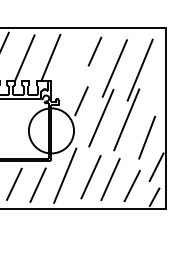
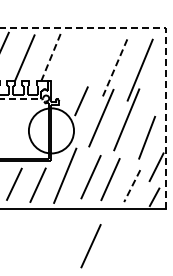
line at (165, 34): solid -> dashed
line at (94, 51): present -> none
line at (50, 57): solid -> dashed
line at (114, 68): solid -> dashed
line at (21, 99): solid -> dashed
line at (132, 186): solid -> dashed
line at (90, 246): none -> present
